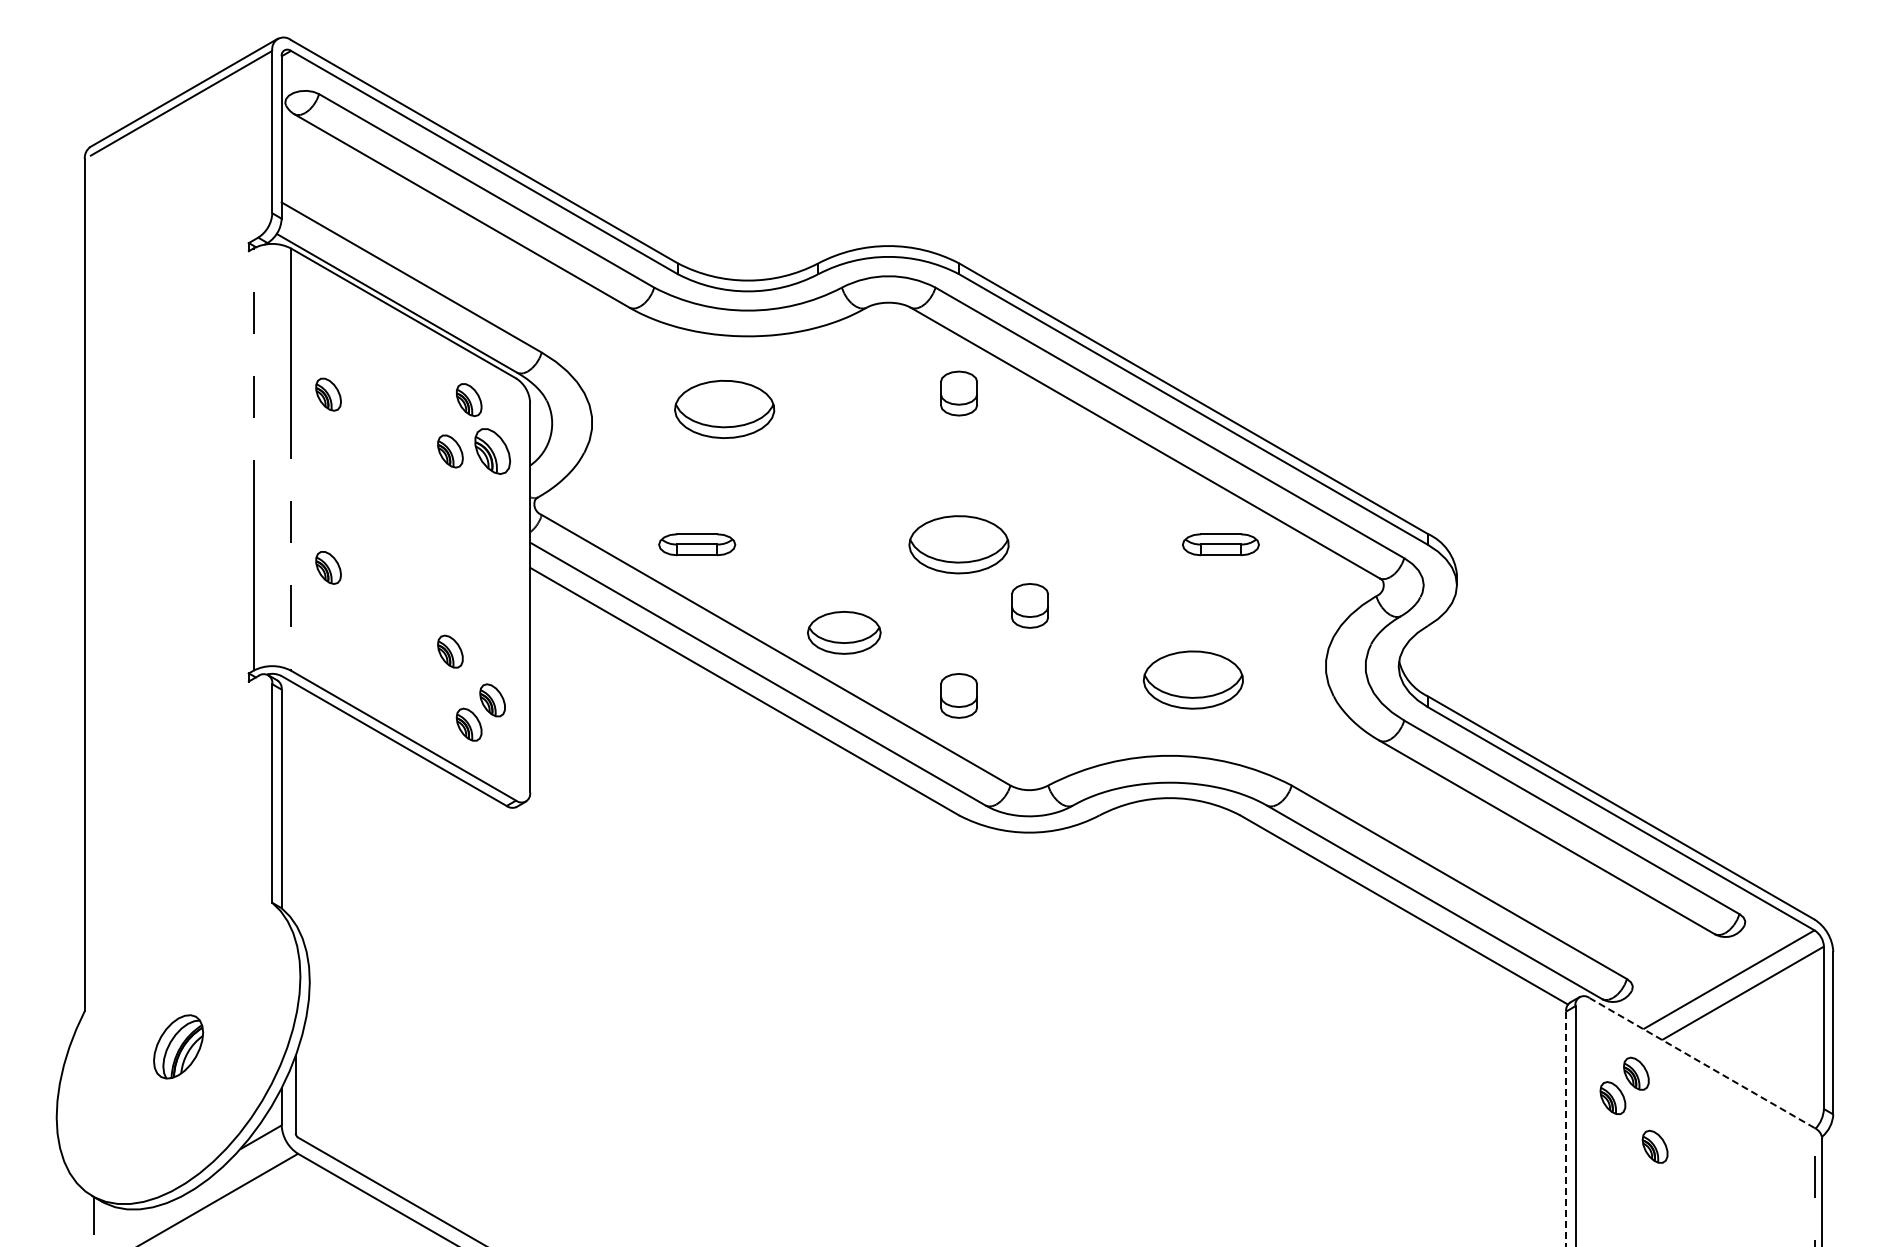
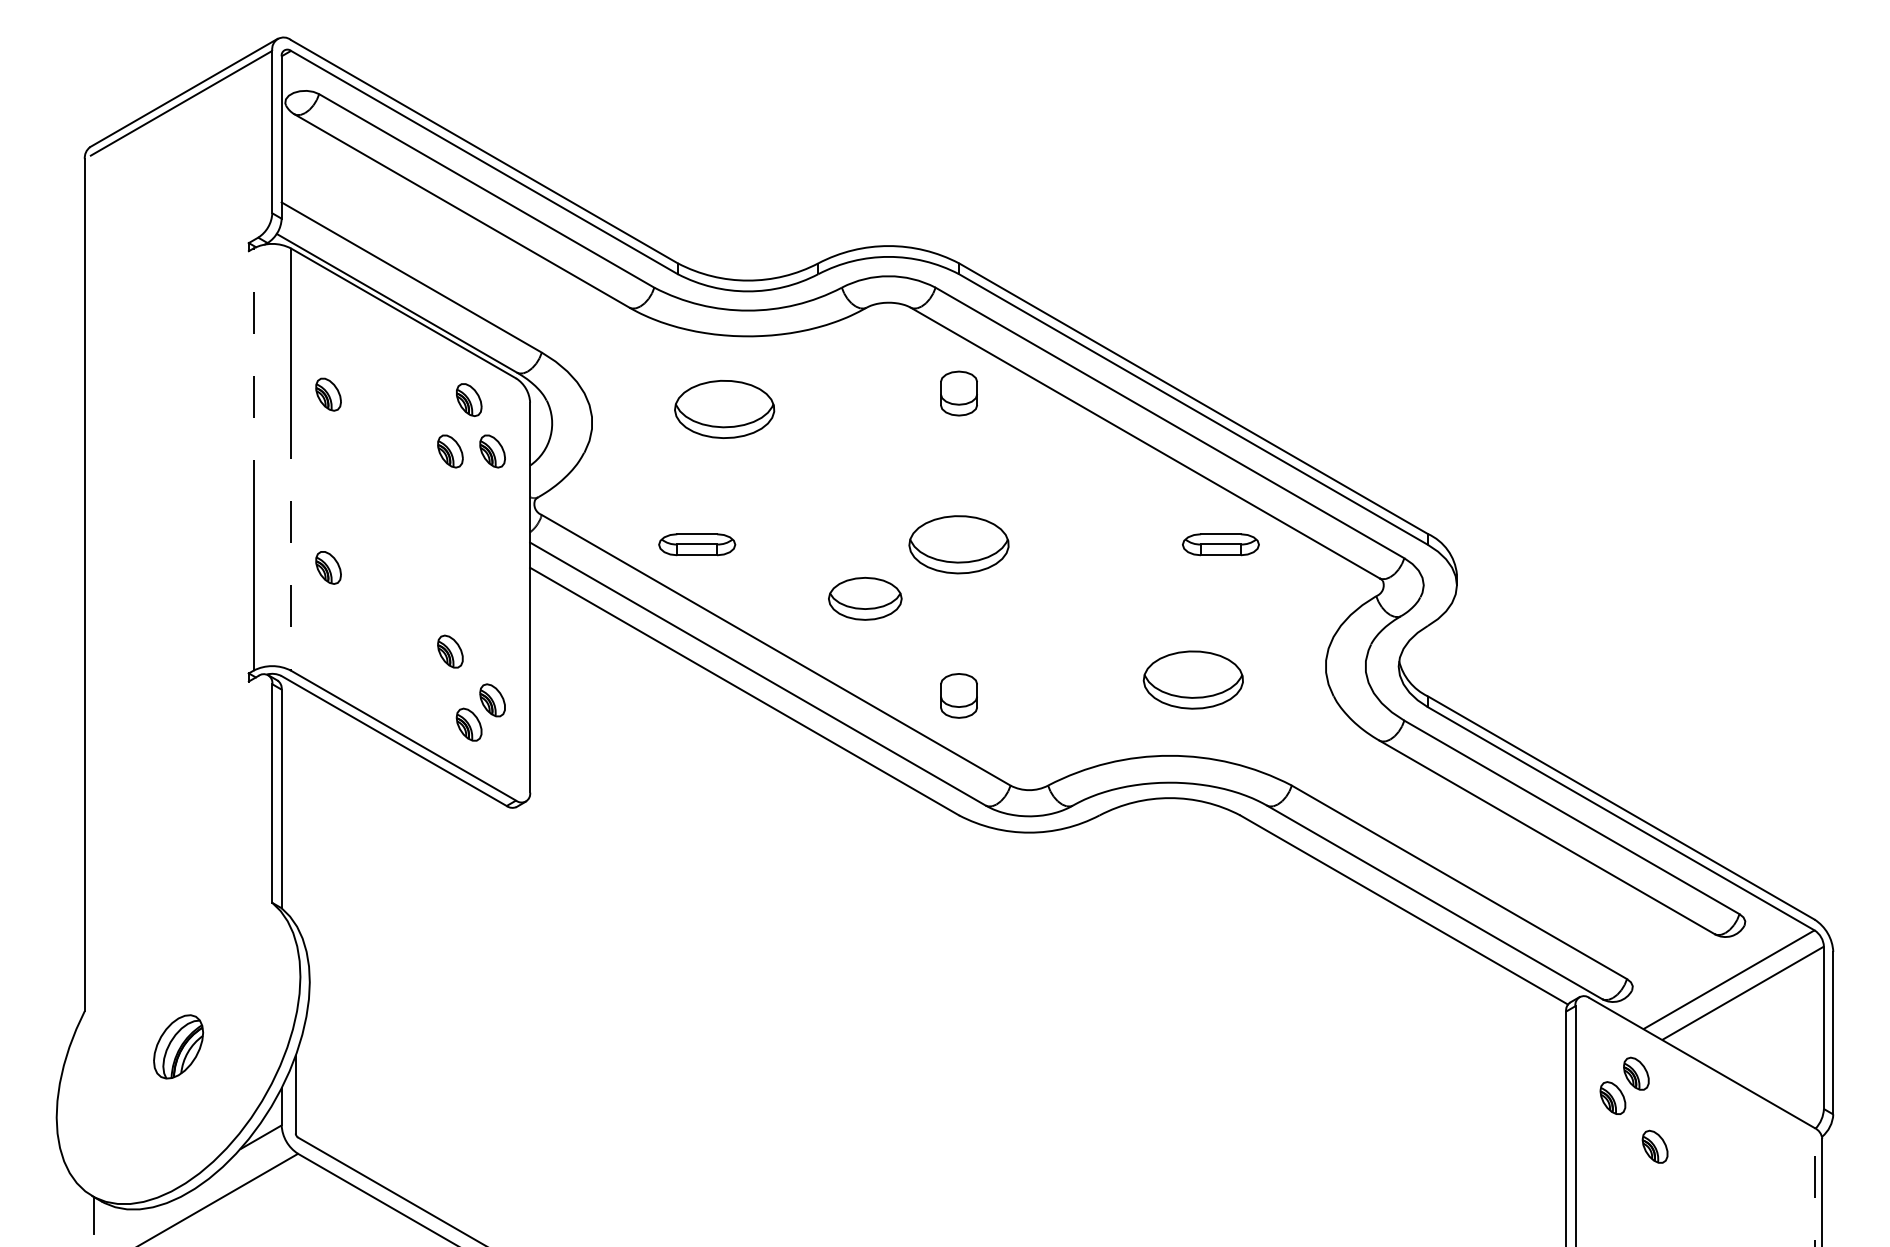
part at (492, 451) size: 38x47 px -> 27x35 px
part at (1029, 605): present -> none
part at (844, 632) position: (844, 632) -> (865, 598)
line at (1702, 1063): dashed -> solid
line at (1566, 1129): dashed -> solid
